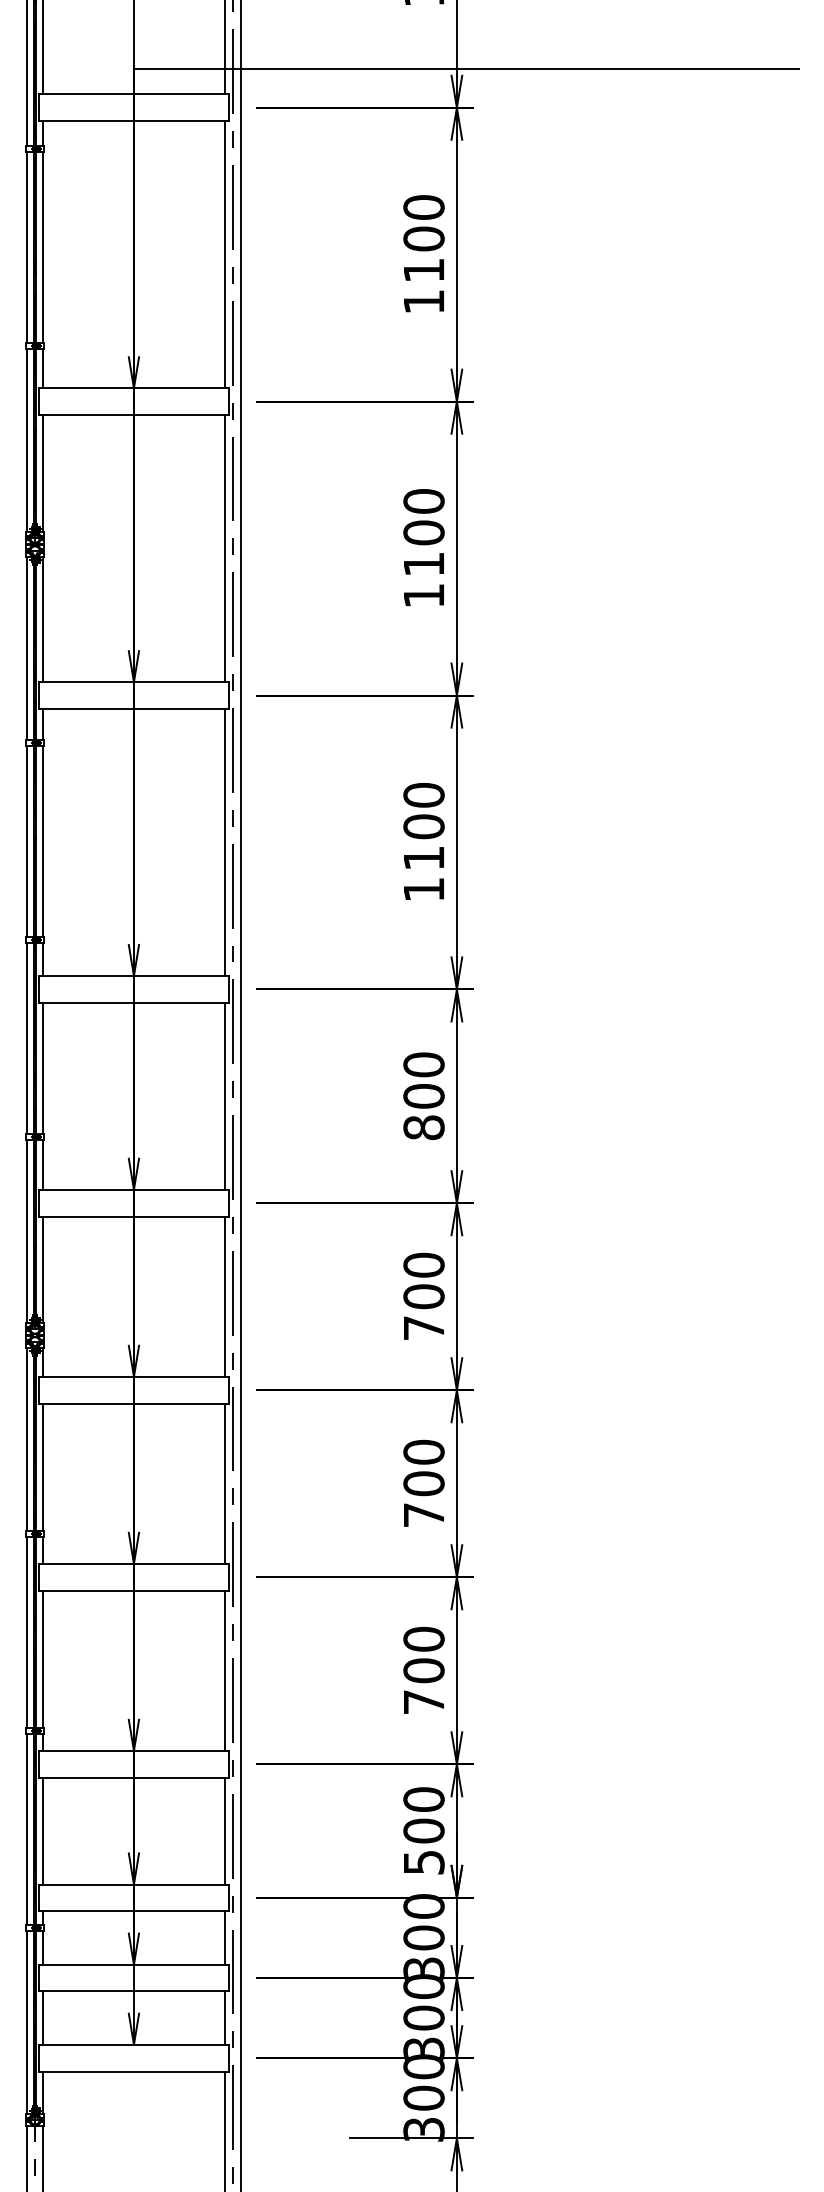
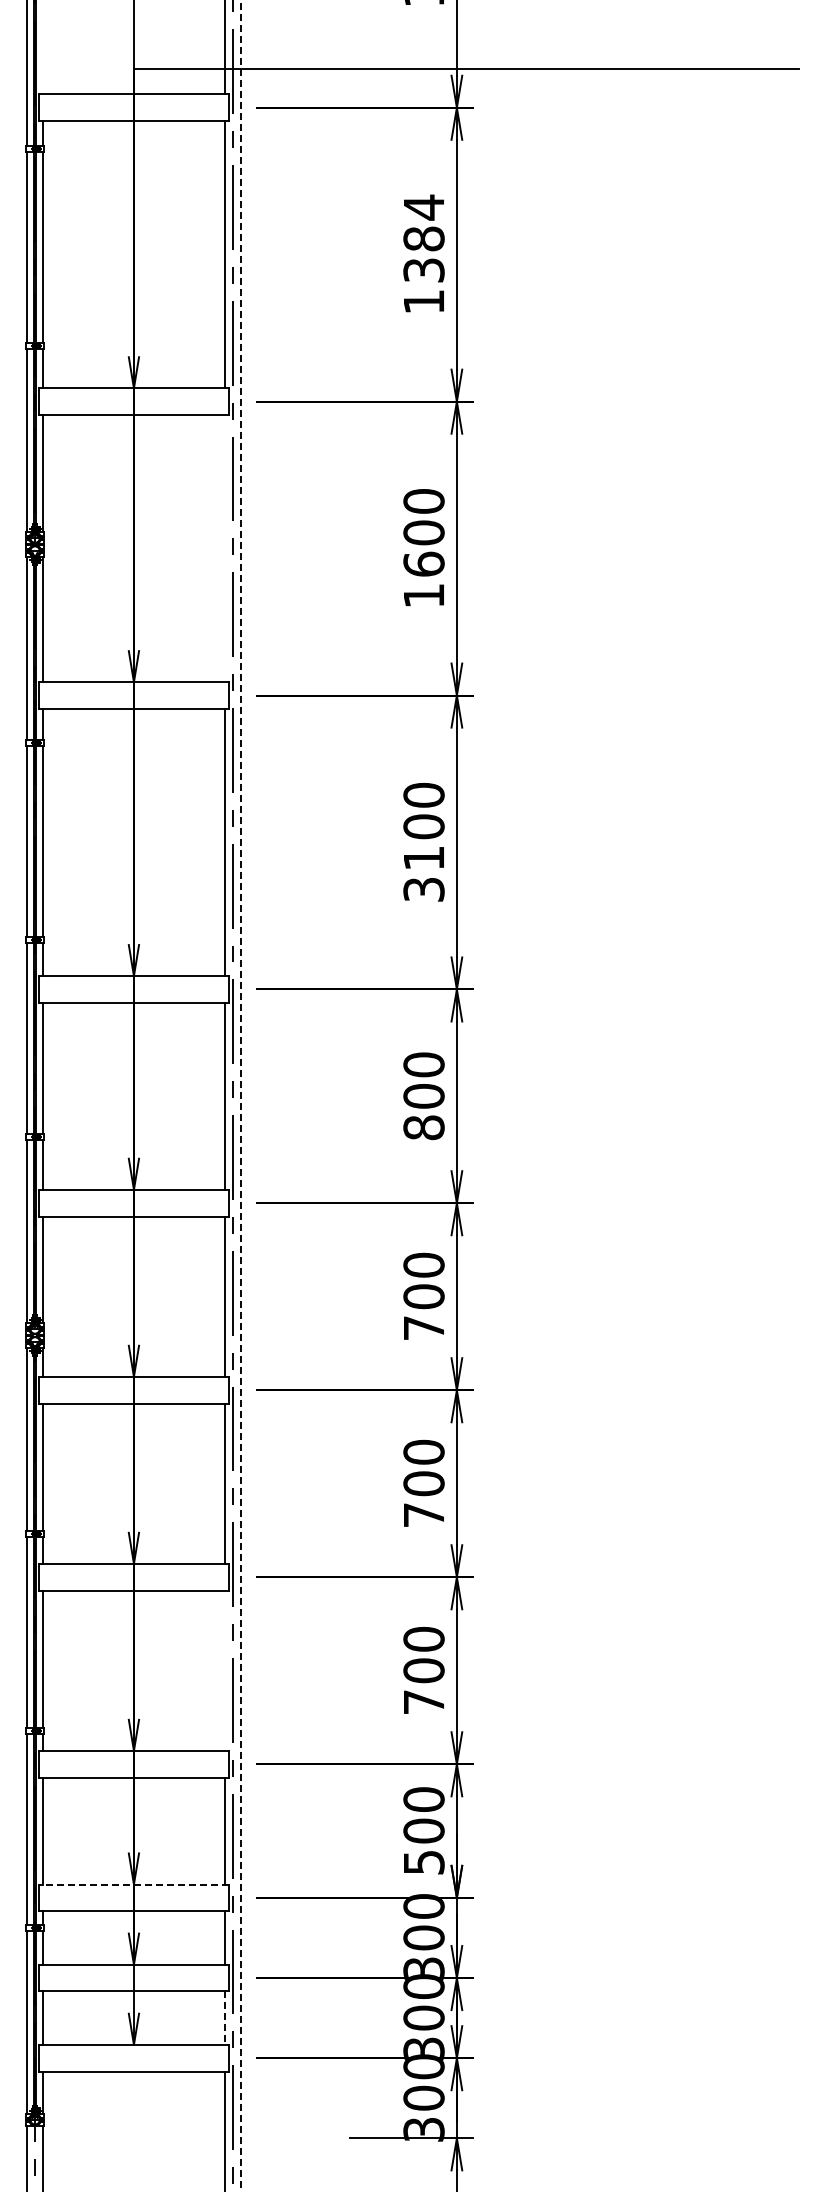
line at (43, 48): present -> none
text at (423, 238): 1100 -> 1384
line at (224, 548): present -> none
text at (423, 563): 1100 -> 1600
text at (423, 889): 1100 -> 3100
line at (240, 1095): solid -> dashed
line at (224, 1670): present -> none
line at (133, 1884): solid -> dashed
line at (224, 2018): solid -> dashed
